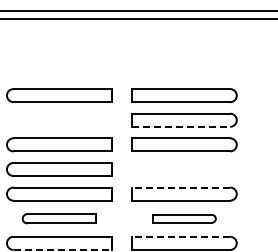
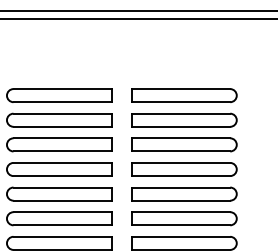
part at (59, 119): none -> present
line at (181, 126): dashed -> solid
part at (184, 169): none -> present
line at (180, 187): dashed -> solid
part at (58, 218) size: 76x12 px -> 107x16 px
part at (184, 218) size: 65x10 px -> 107x16 px
line at (180, 236): dashed -> solid
line at (63, 249): dashed -> solid
